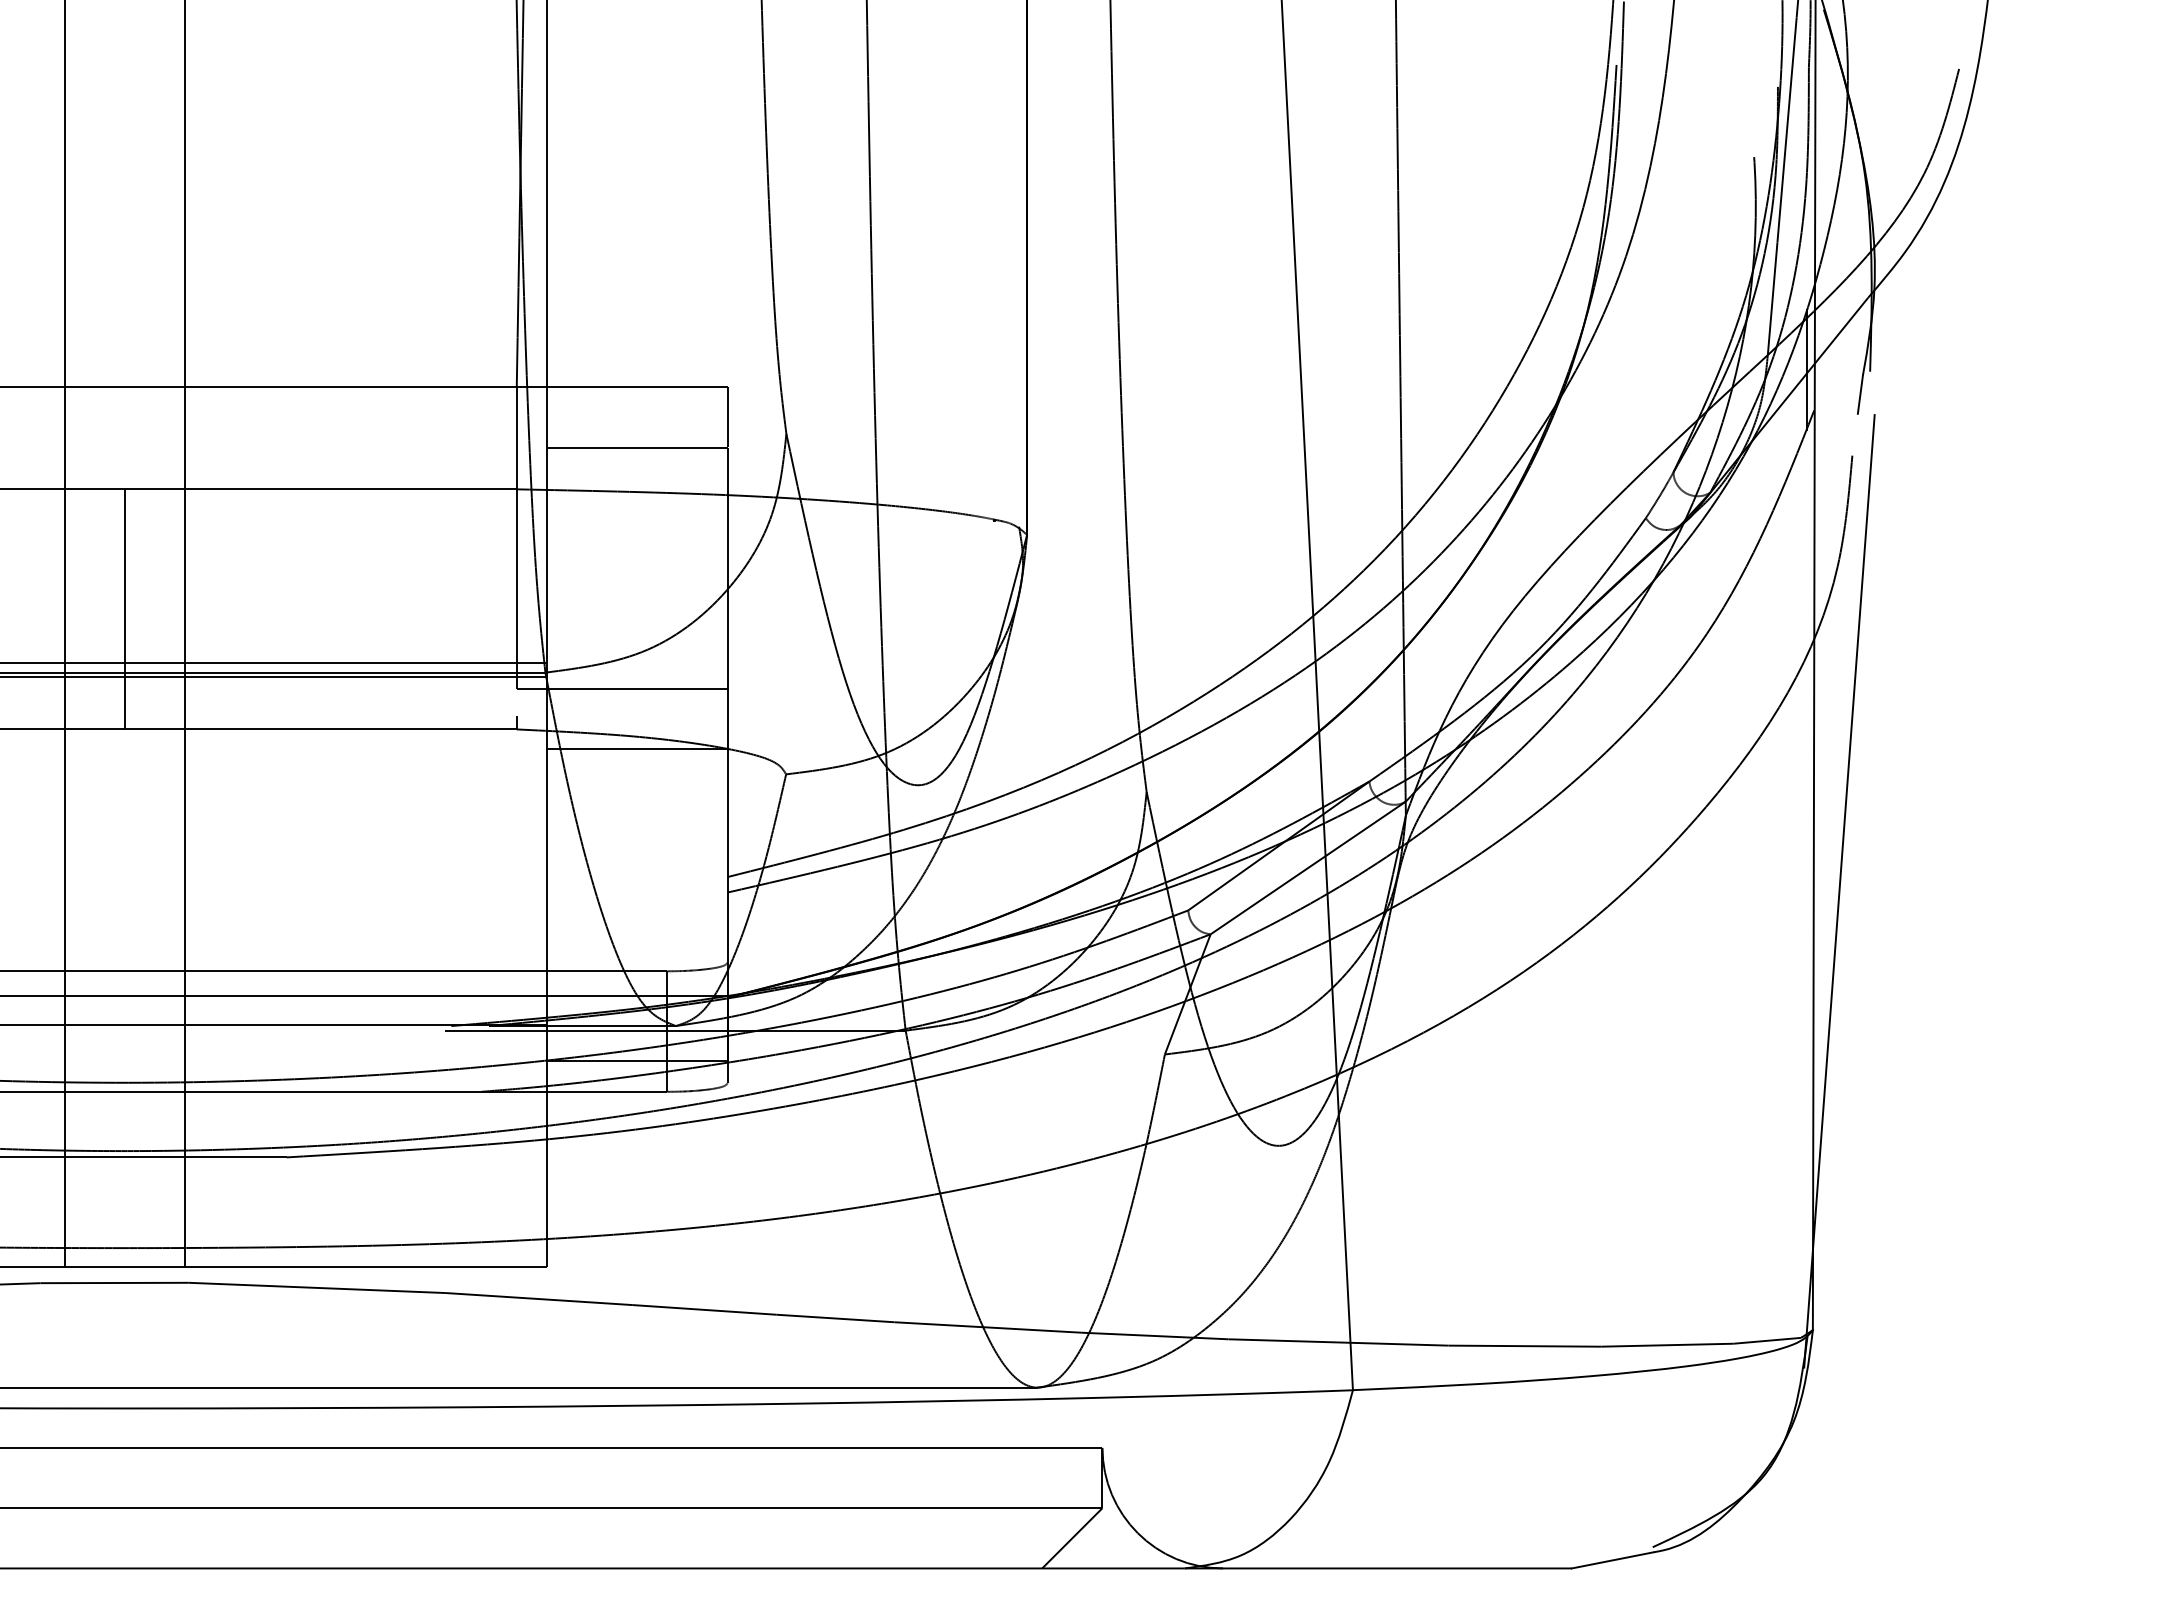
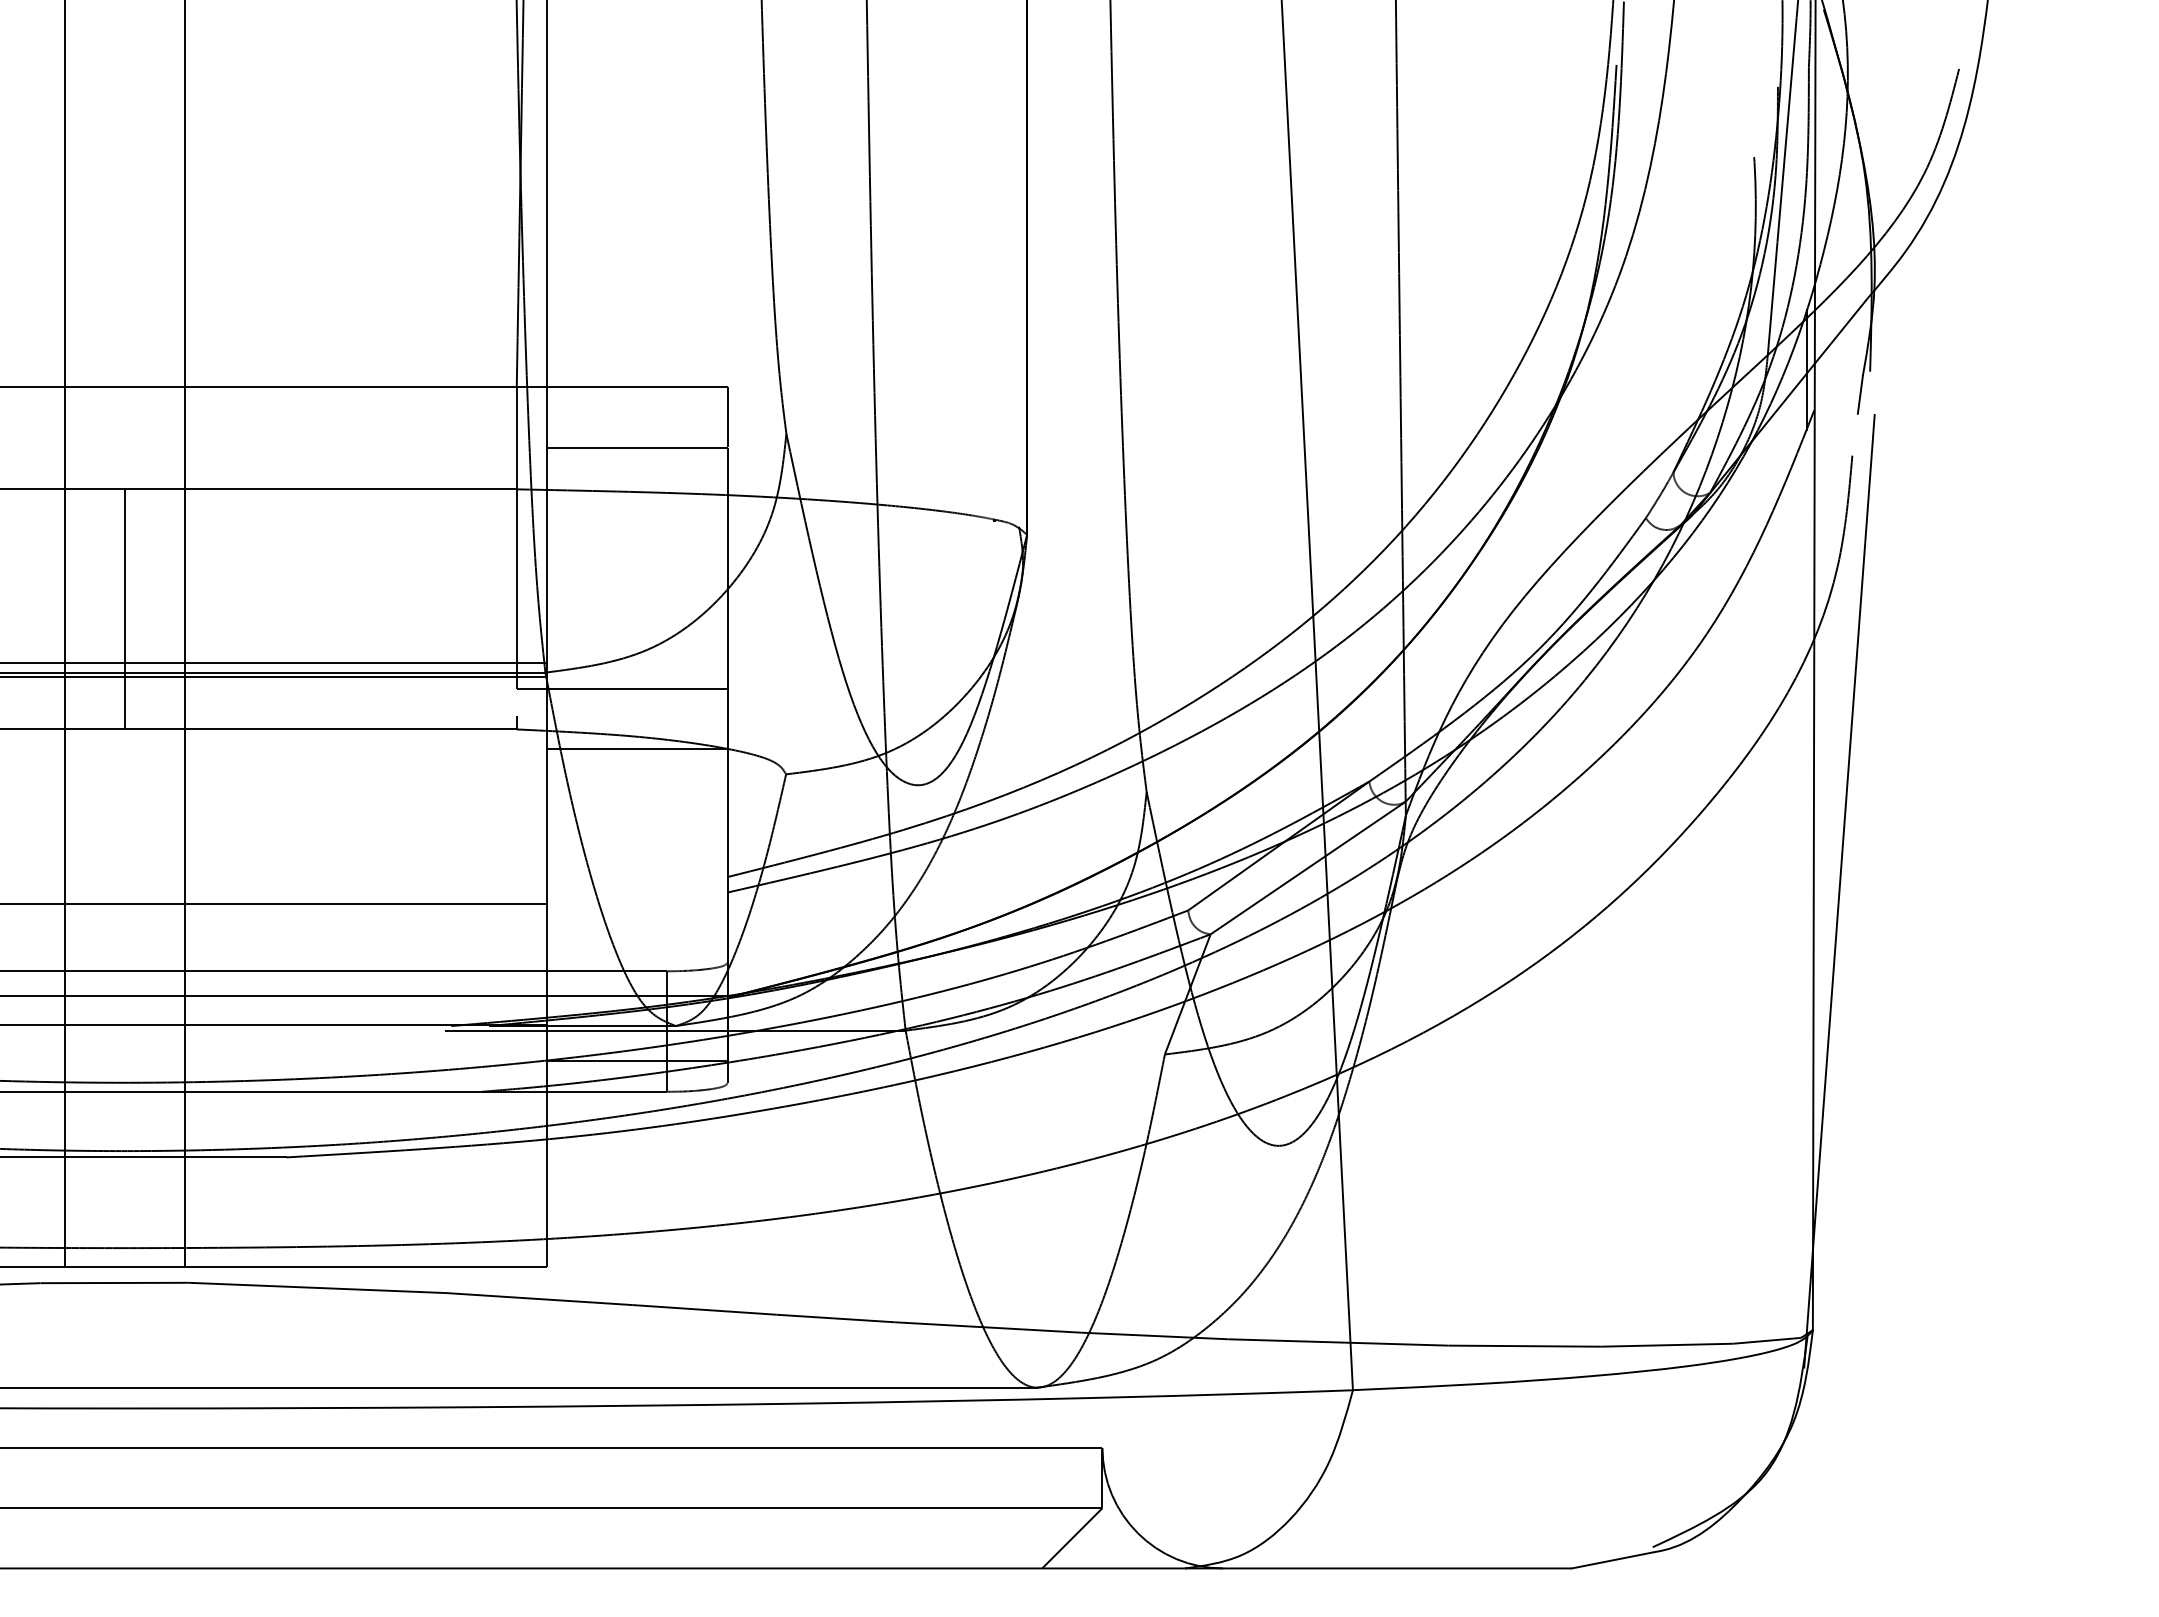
line at (274, 904): none -> present
